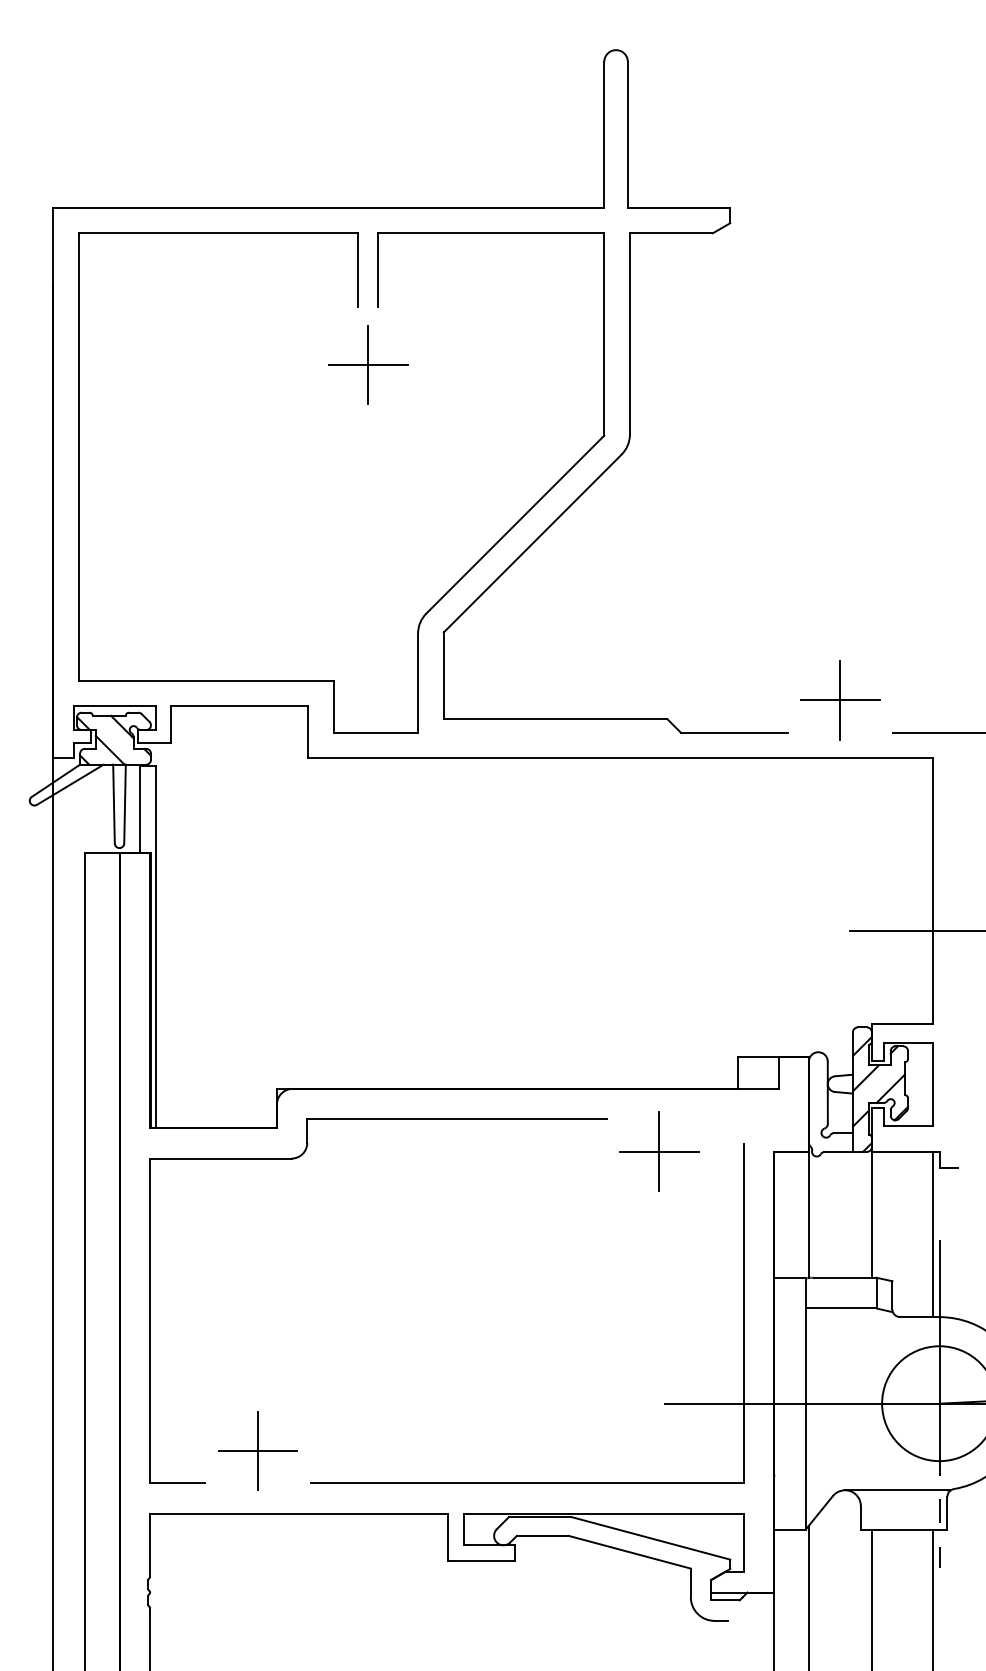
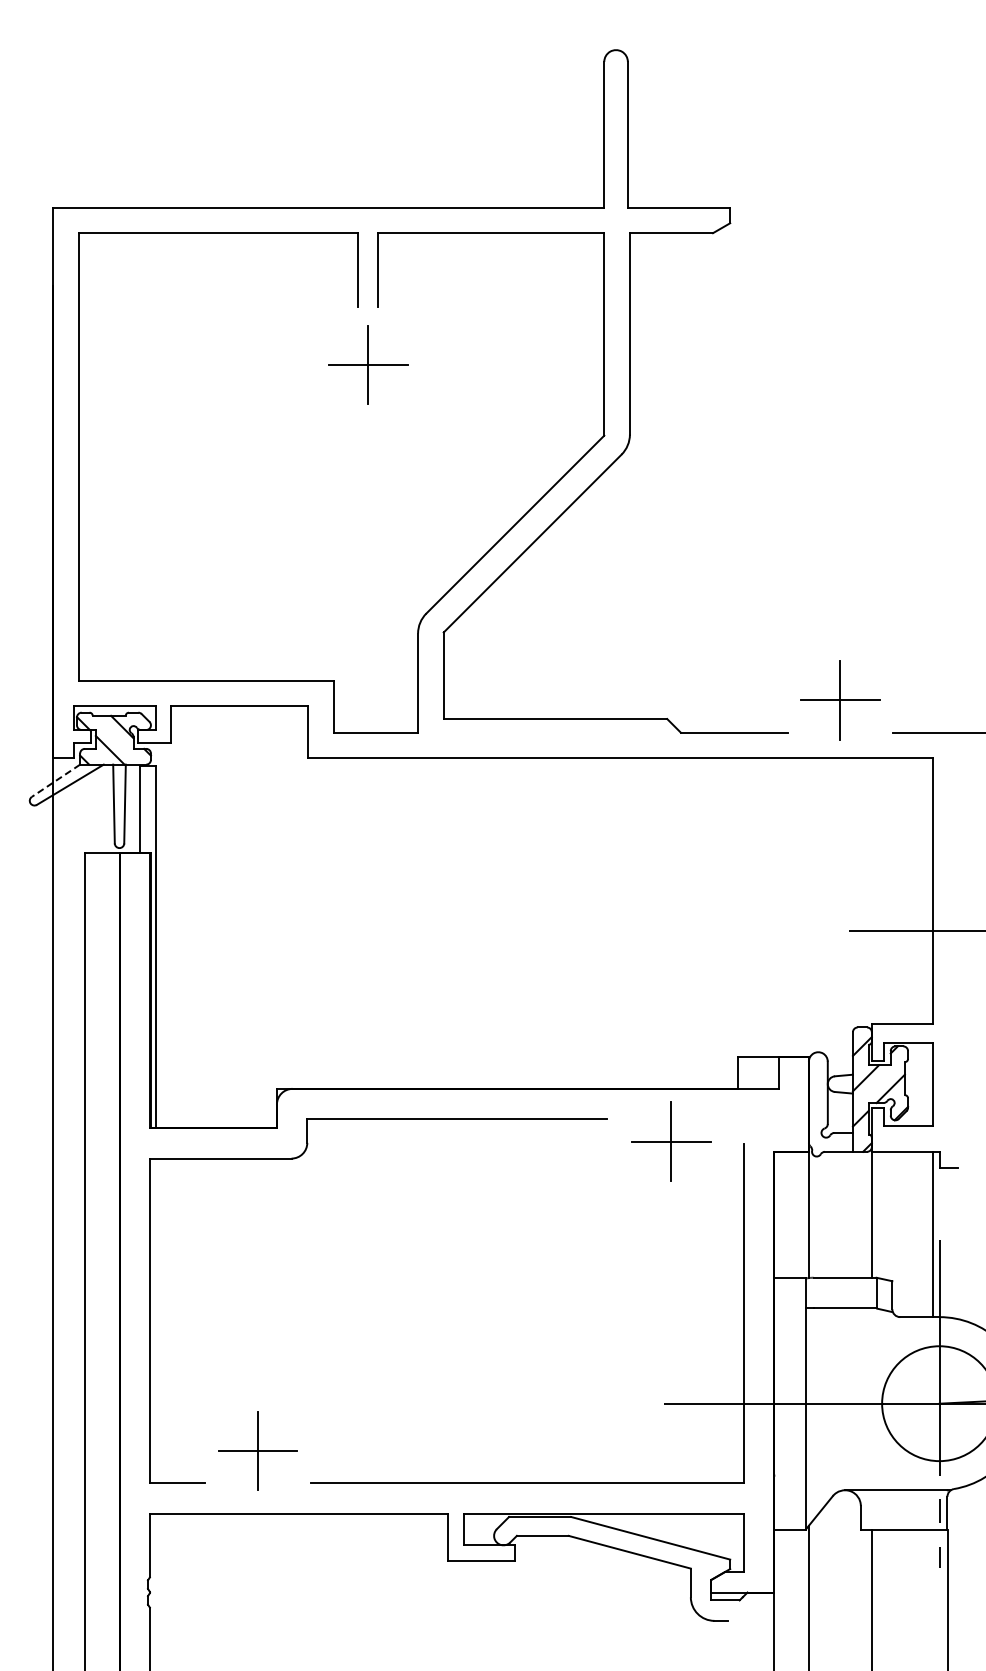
line at (55, 781): solid -> dashed
part at (659, 1151) position: (659, 1151) -> (671, 1141)
line at (933, 1598) position: (933, 1598) -> (948, 1598)
